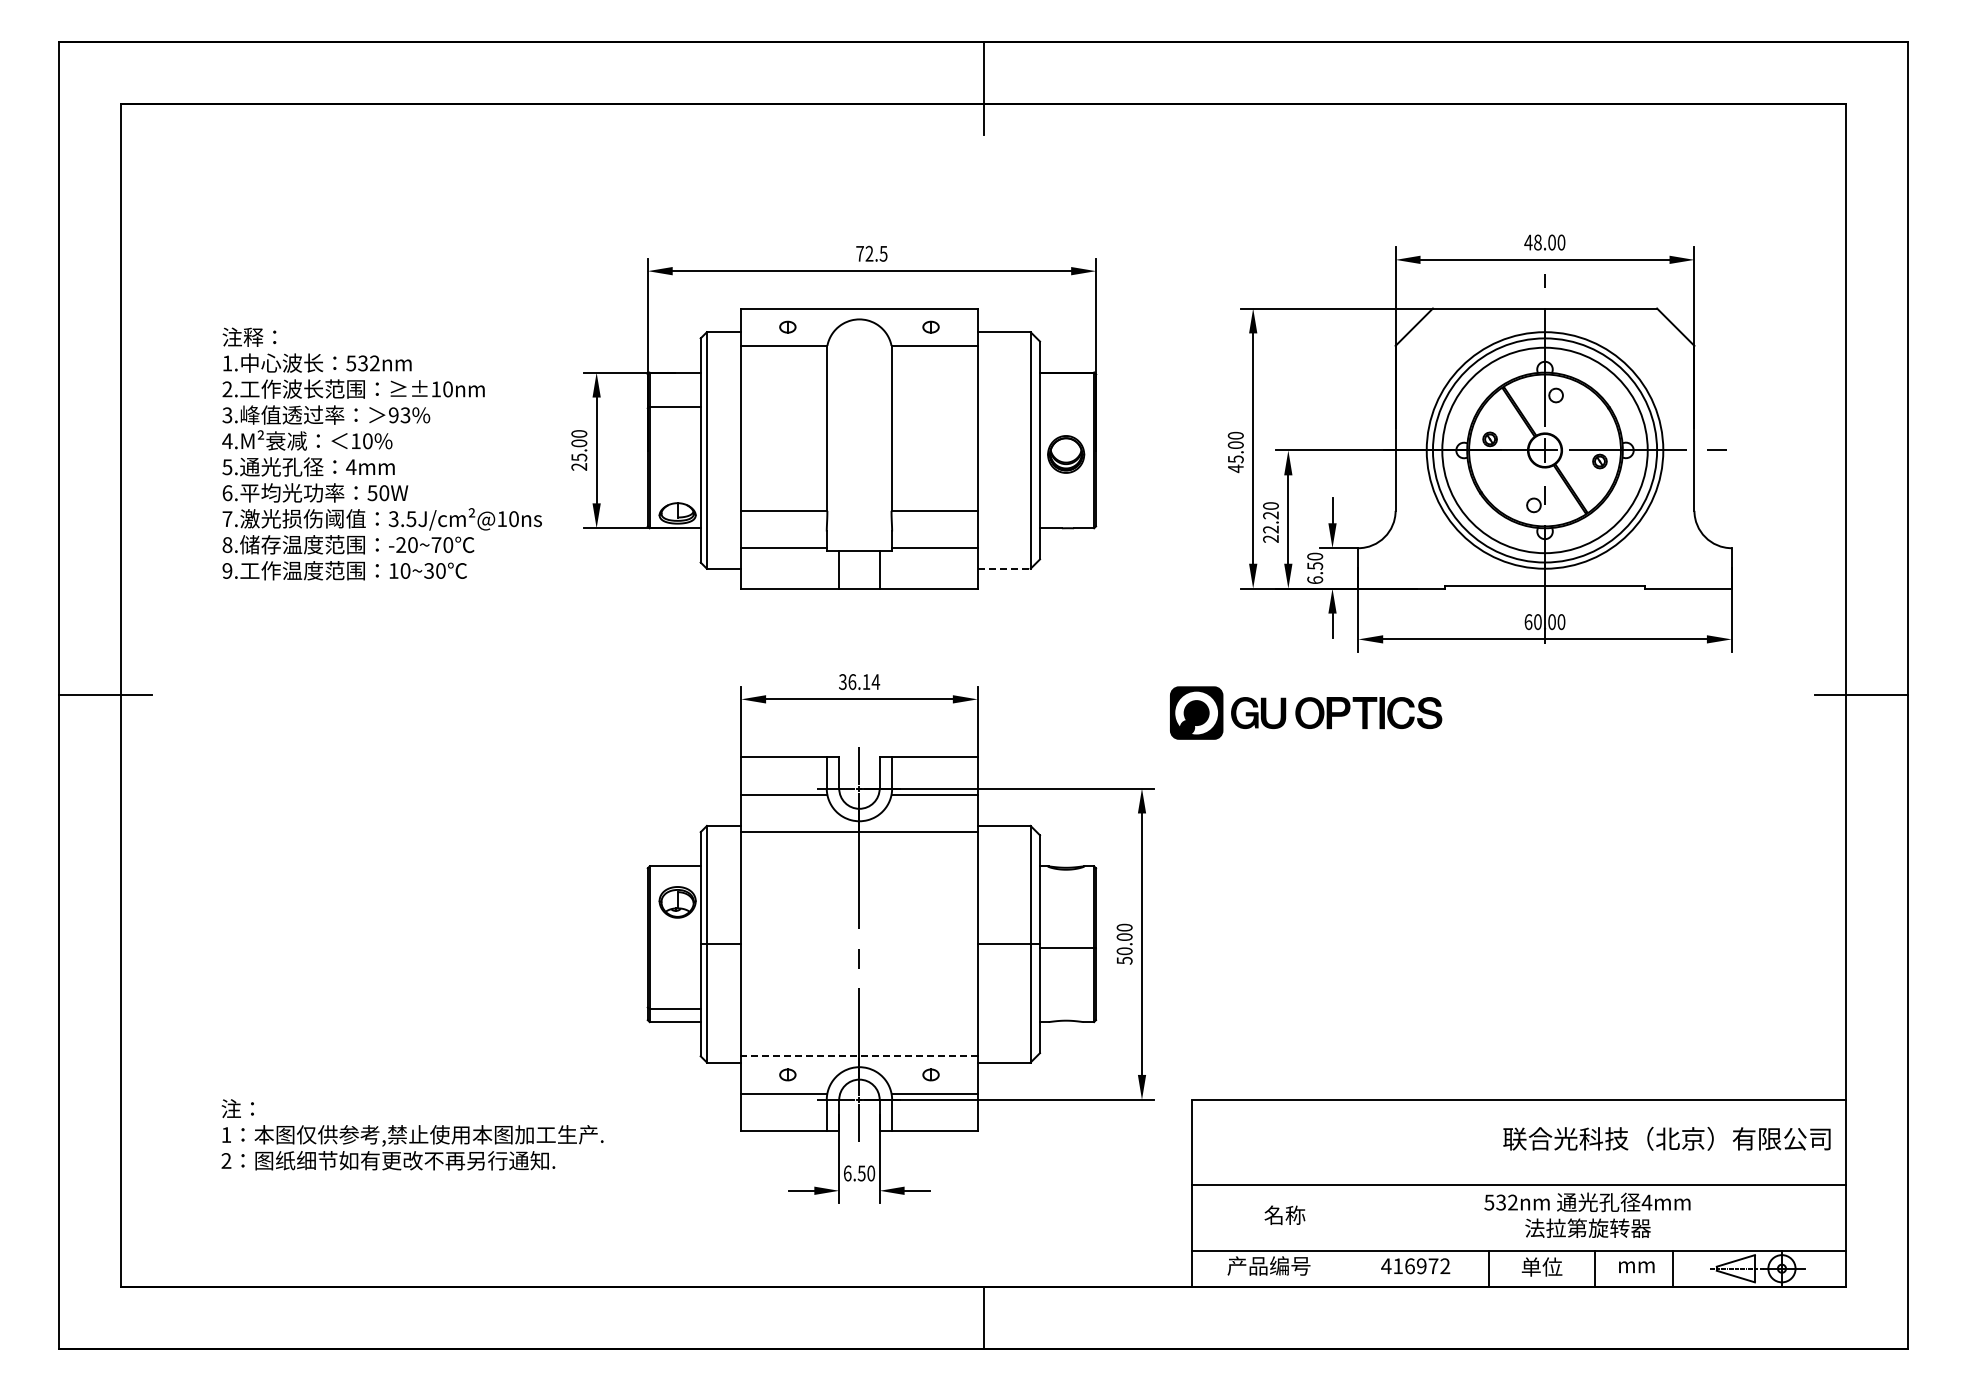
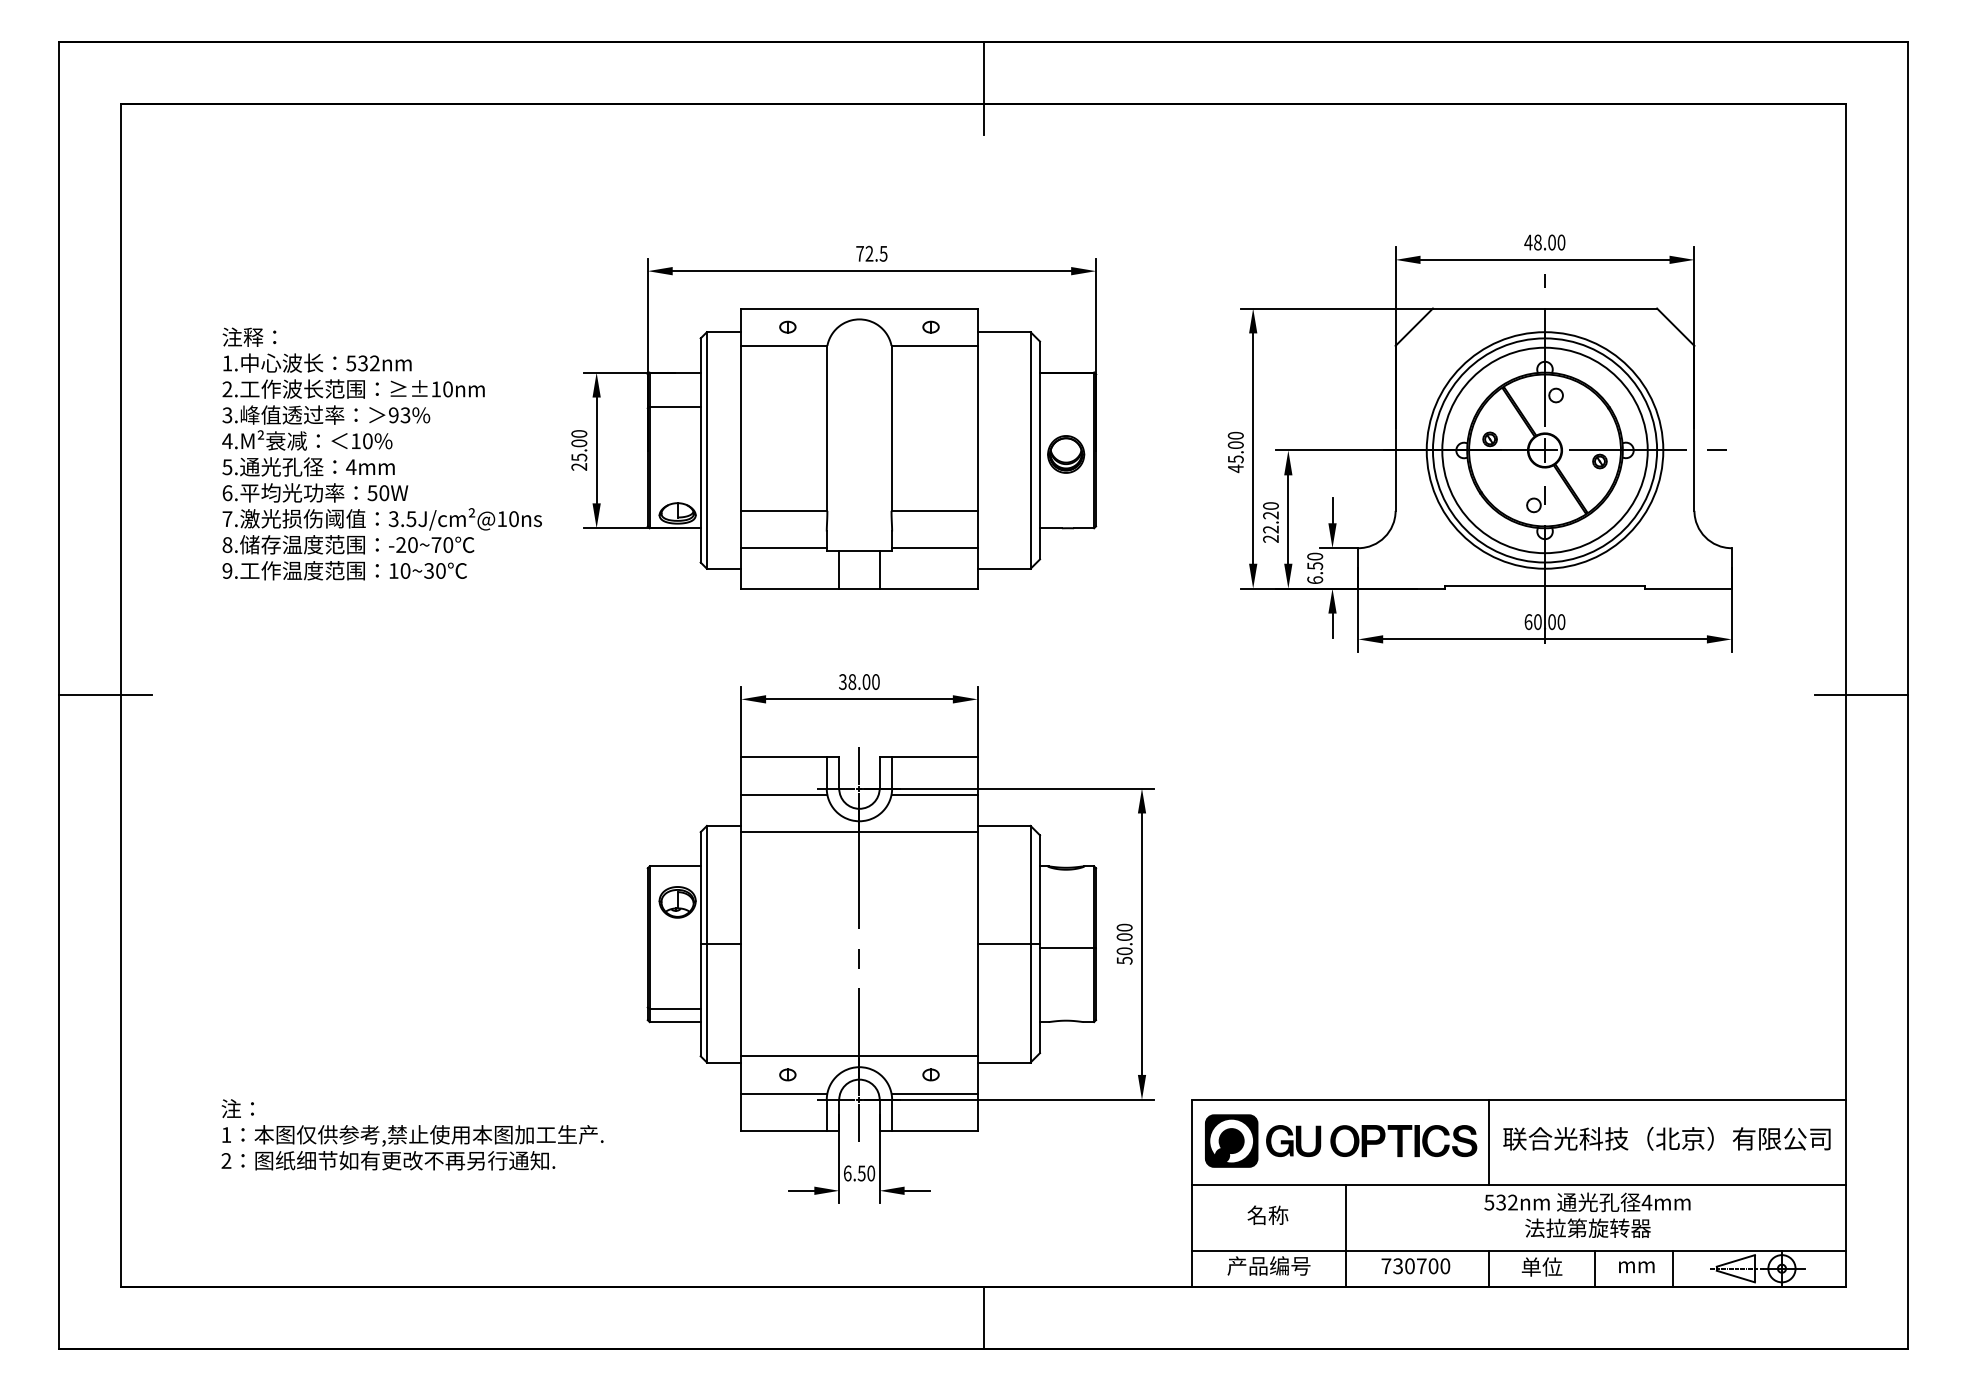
line at (1004, 568): dashed -> solid
text at (864, 681): 36.14 -> 38.00
part at (1306, 712) position: (1306, 712) -> (1341, 1140)
line at (858, 1056): dashed -> solid
line at (1488, 1142): none -> present
text at (1284, 1214) position: (1284, 1214) -> (1267, 1214)
line at (1346, 1235): none -> present
text at (1415, 1266): 416972 -> 730700
